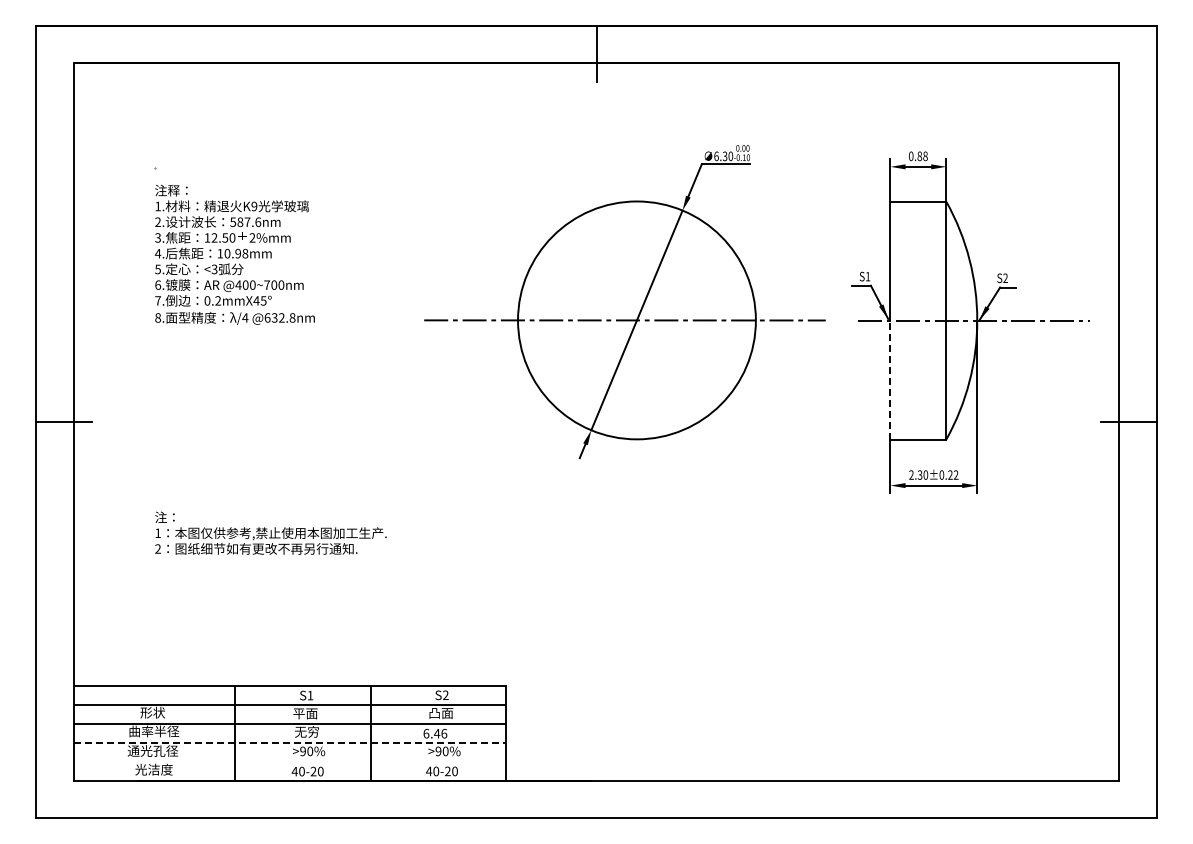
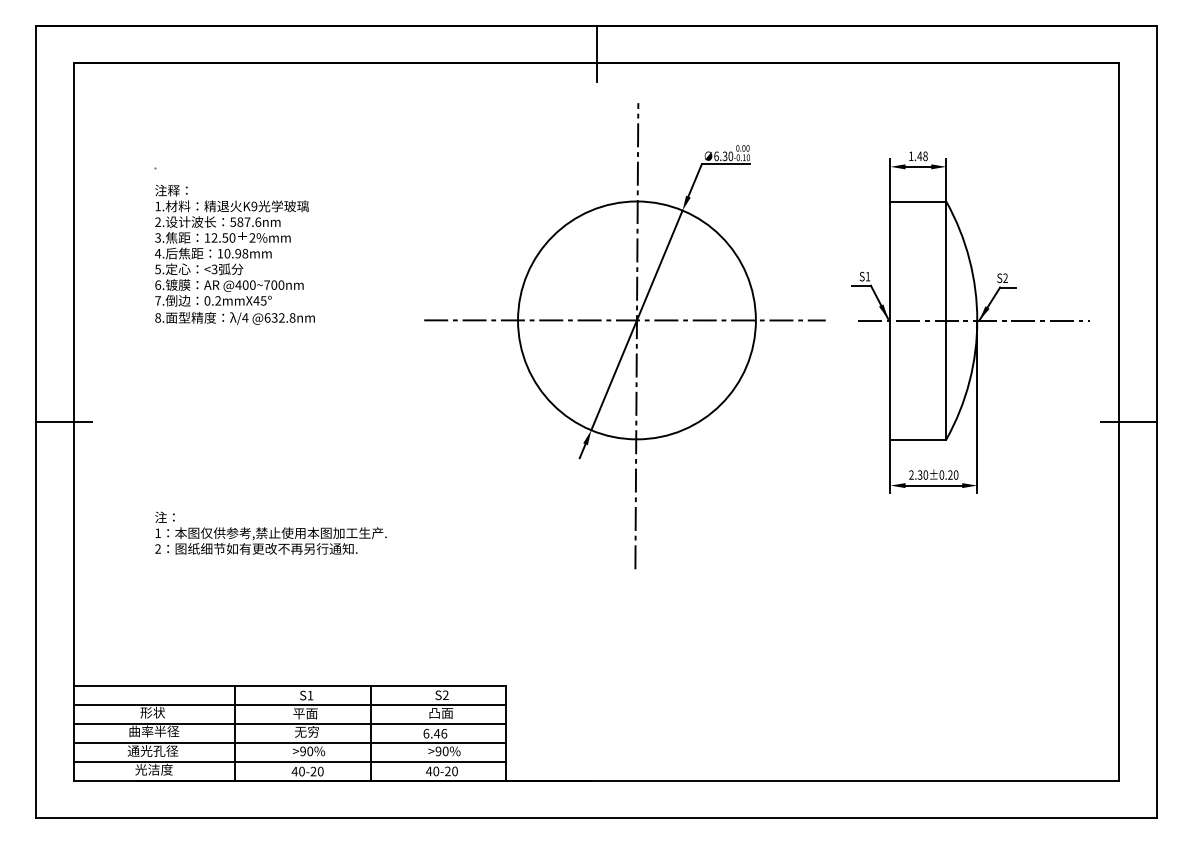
text at (915, 156): 0.88 -> 1.48
line at (636, 336): none -> present
line at (890, 379): dashed -> solid
text at (955, 474): 2.30±0.22 -> 2.30±0.20
line at (290, 742): dashed -> solid
line at (289, 761): none -> present
